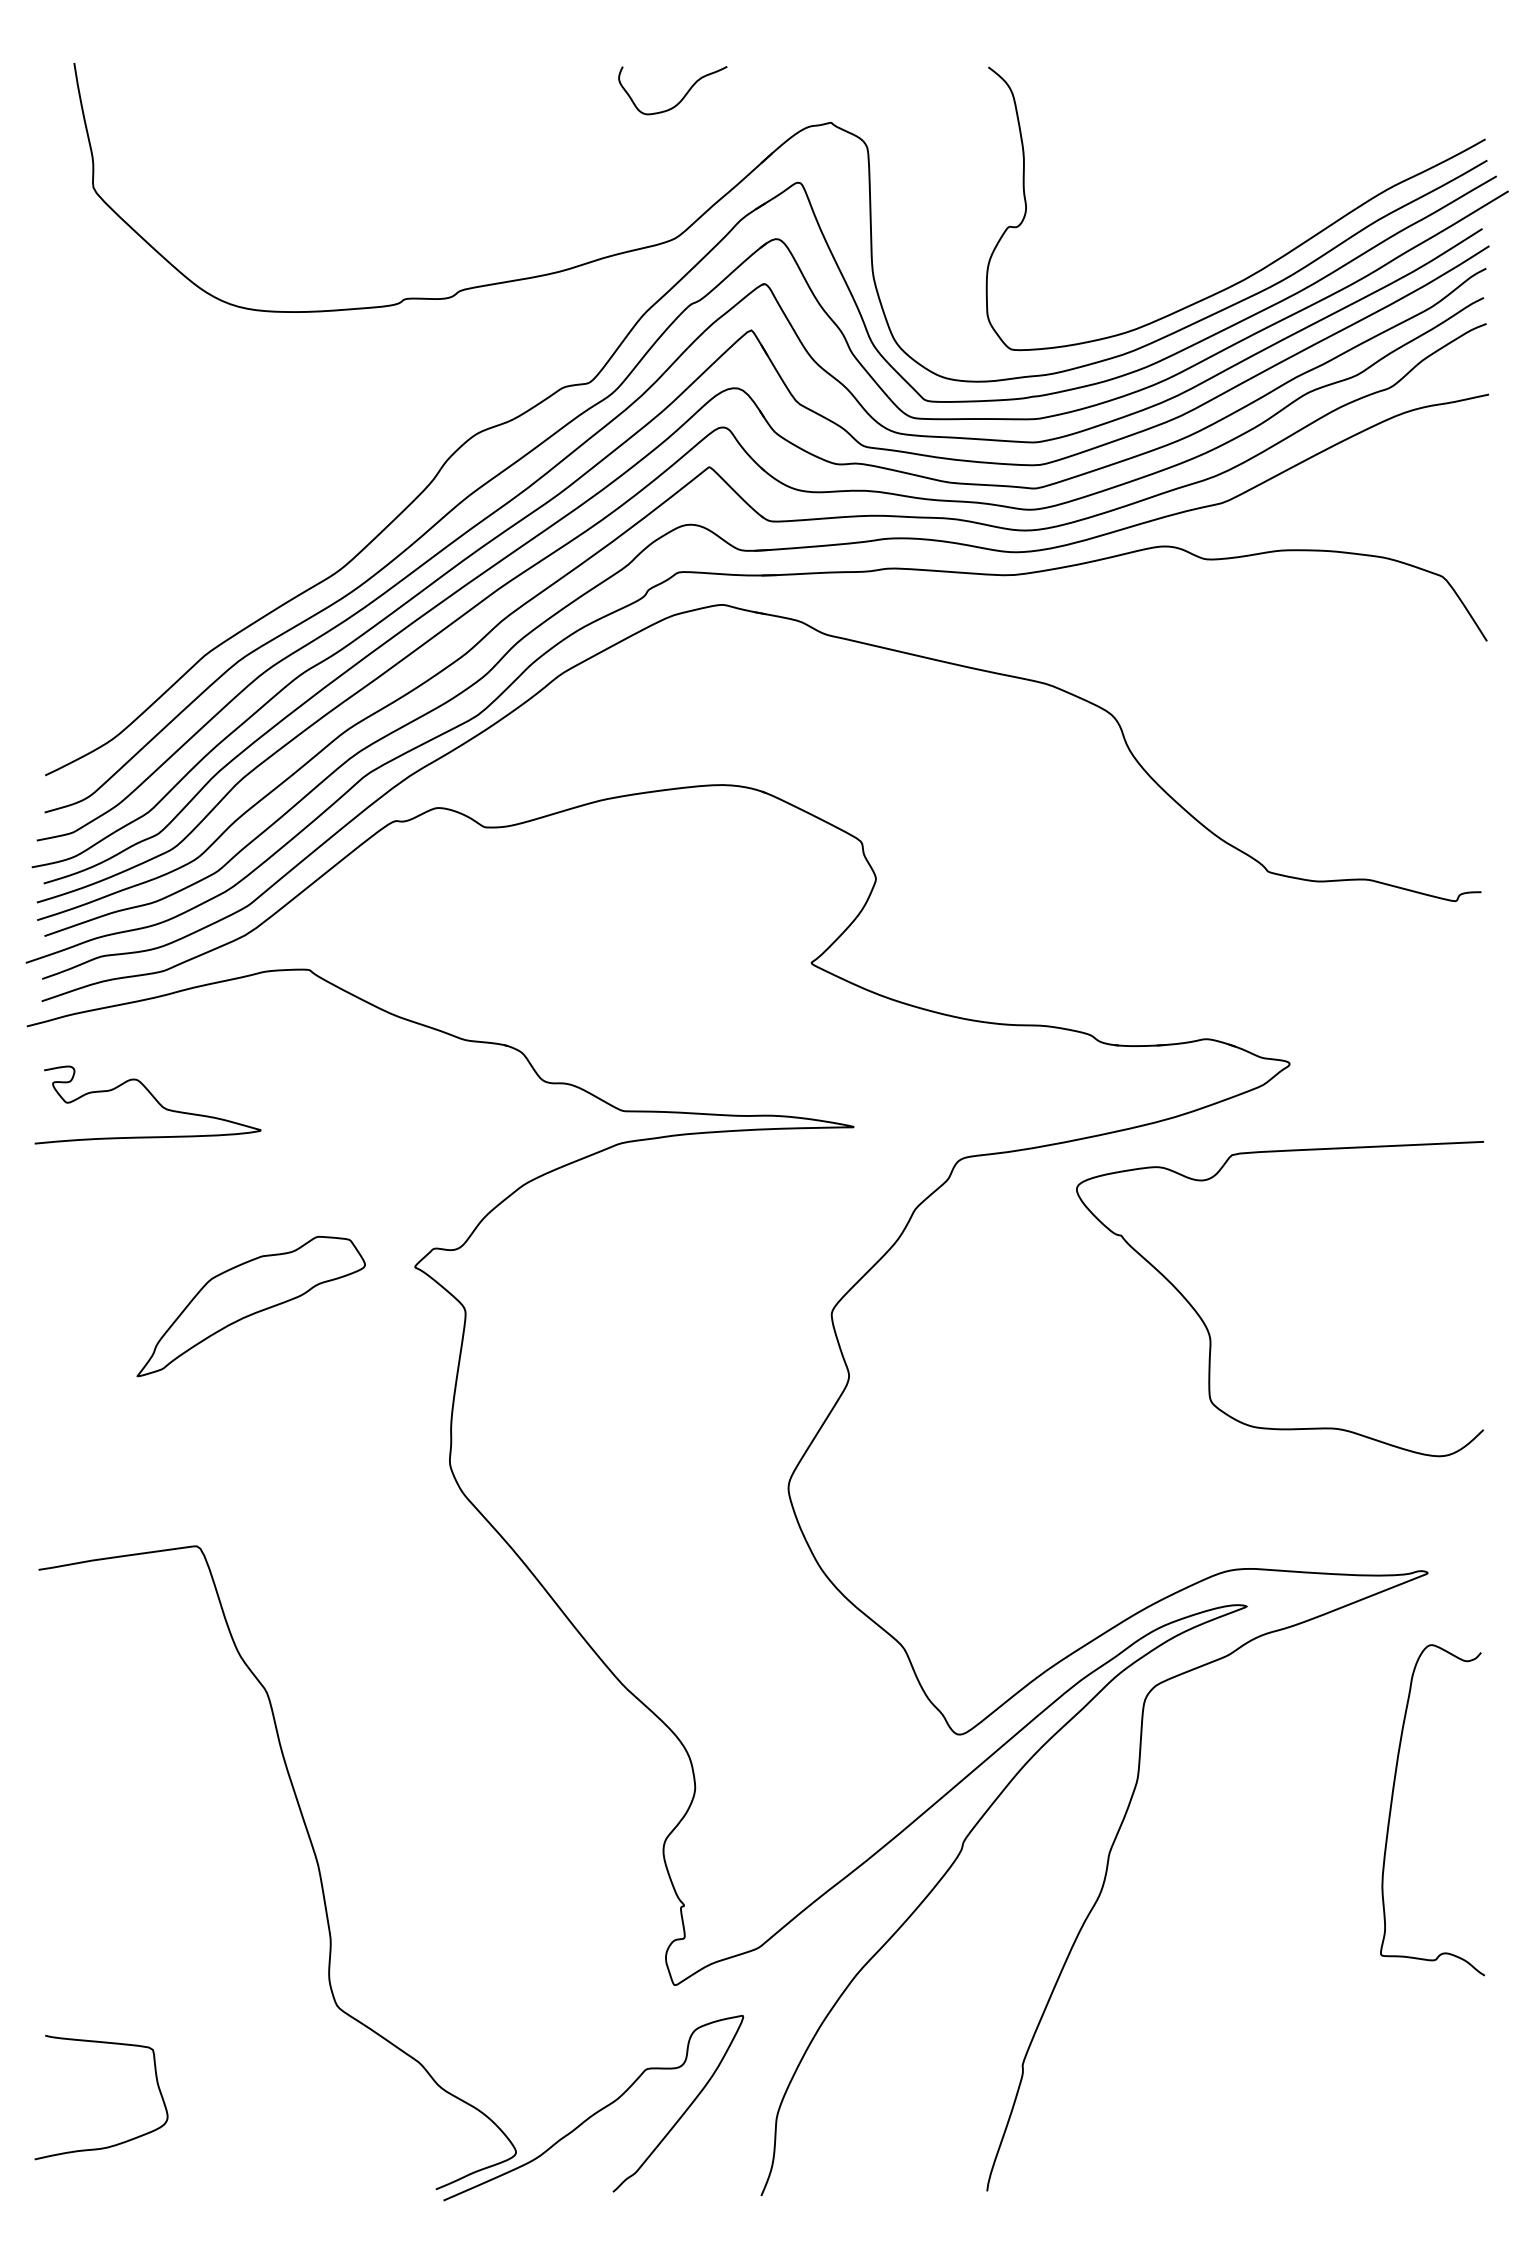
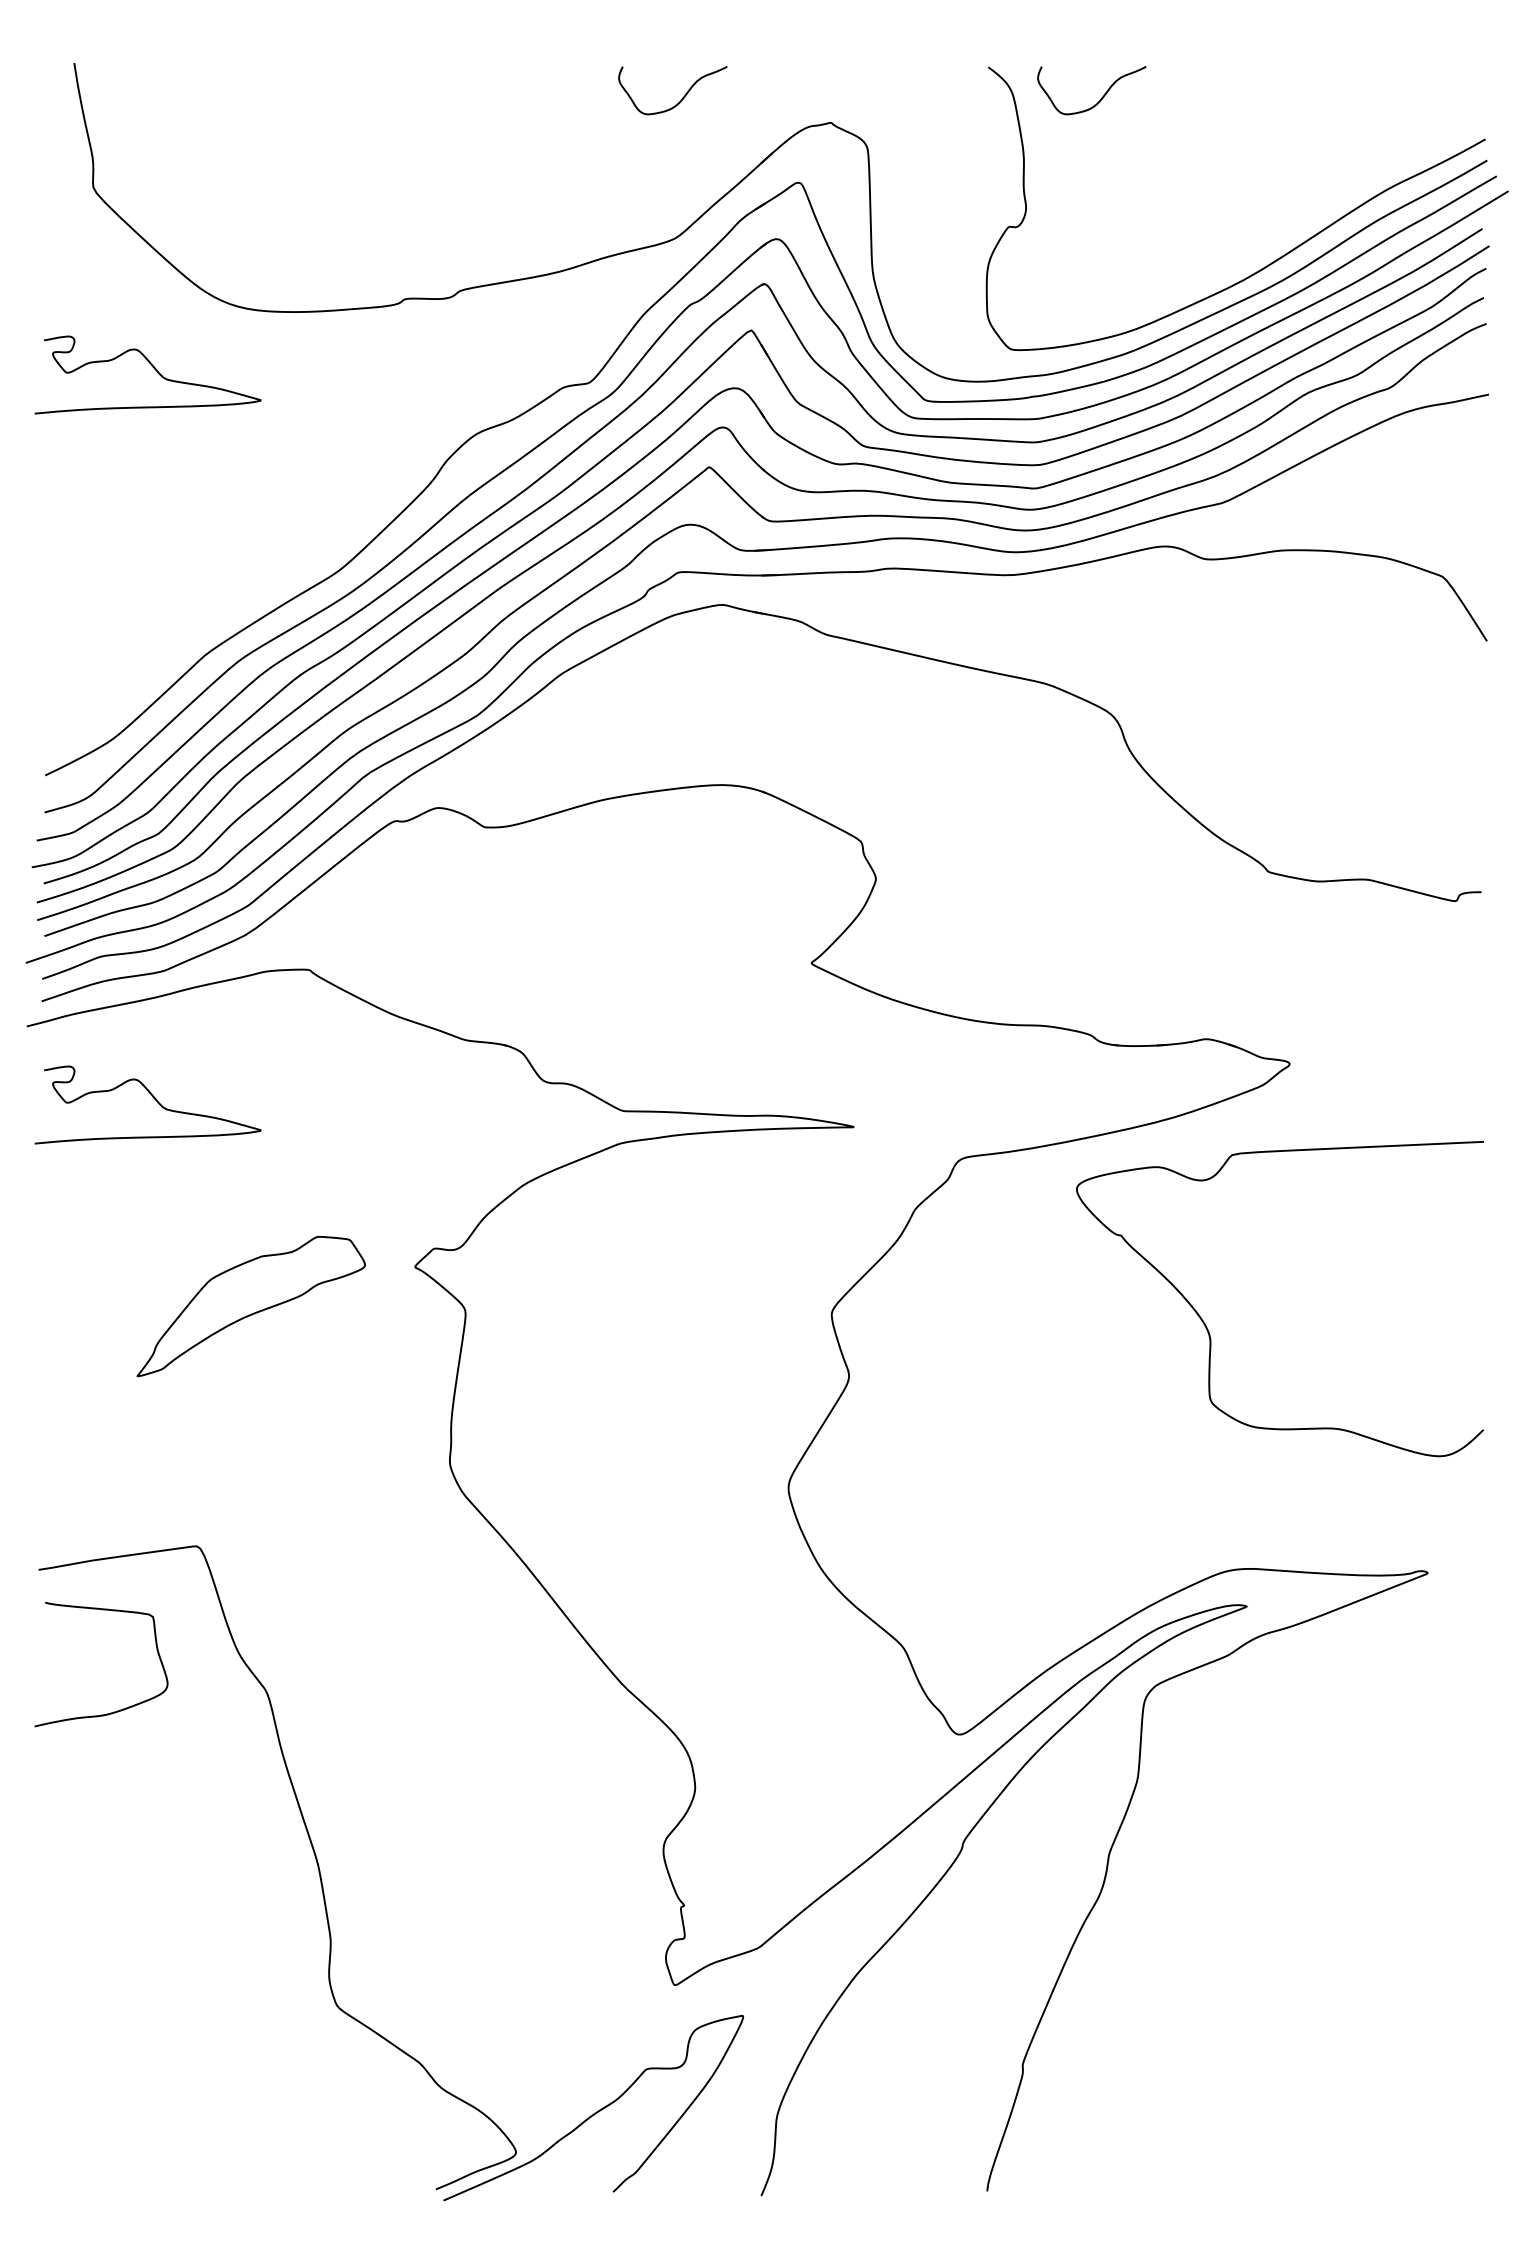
curve at (1100, 98): none -> present
curve at (153, 368): none -> present
curve at (1392, 1804): present -> none
curve at (117, 2143) position: (117, 2143) -> (117, 1710)
